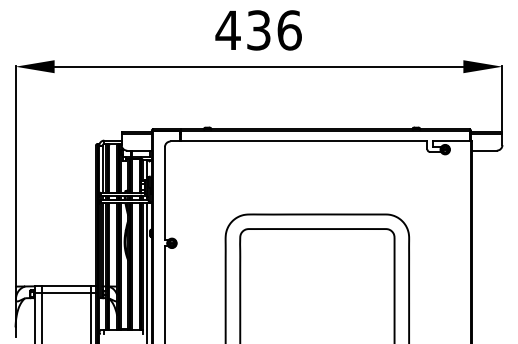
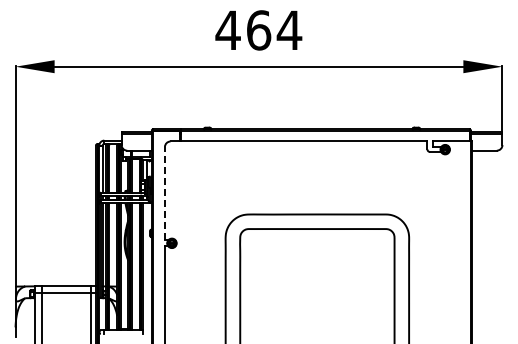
text at (274, 30): 436 -> 464
line at (164, 193): solid -> dashed
line at (147, 271): present -> none
